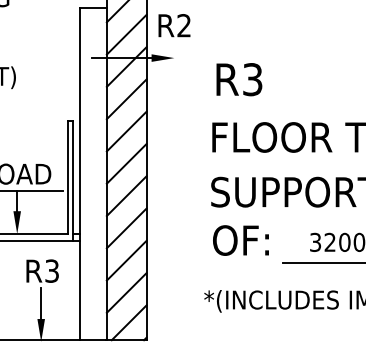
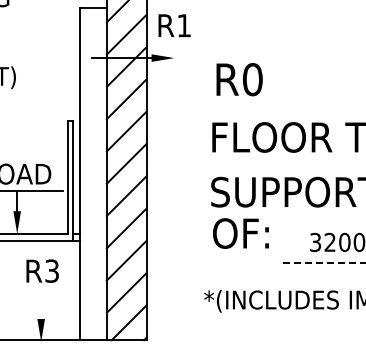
text at (183, 25): R2 -> R1
text at (252, 79): R3 -> R0
text at (240, 240) position: (240, 240) -> (240, 233)
line at (324, 263): solid -> dashed
line at (41, 303): present -> none
